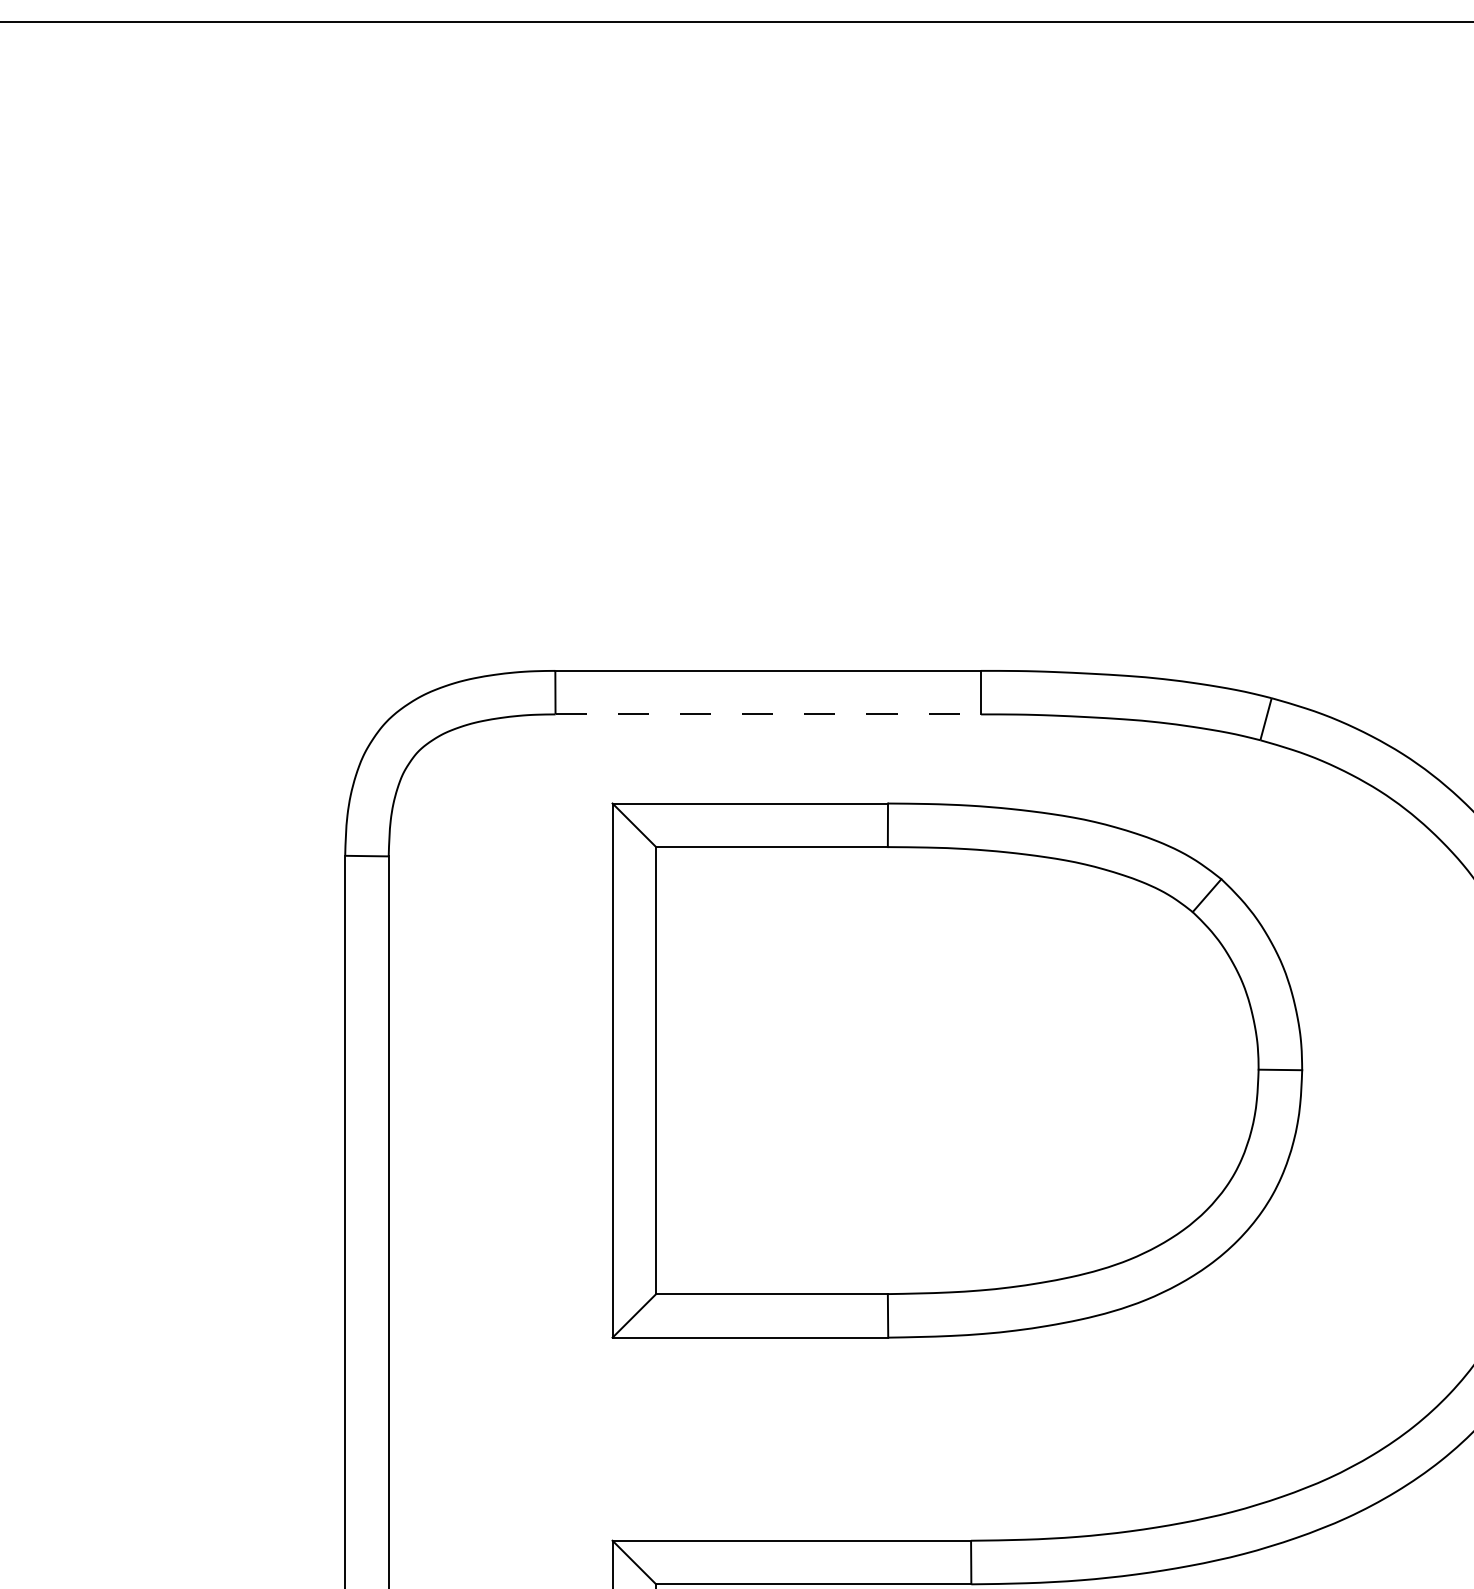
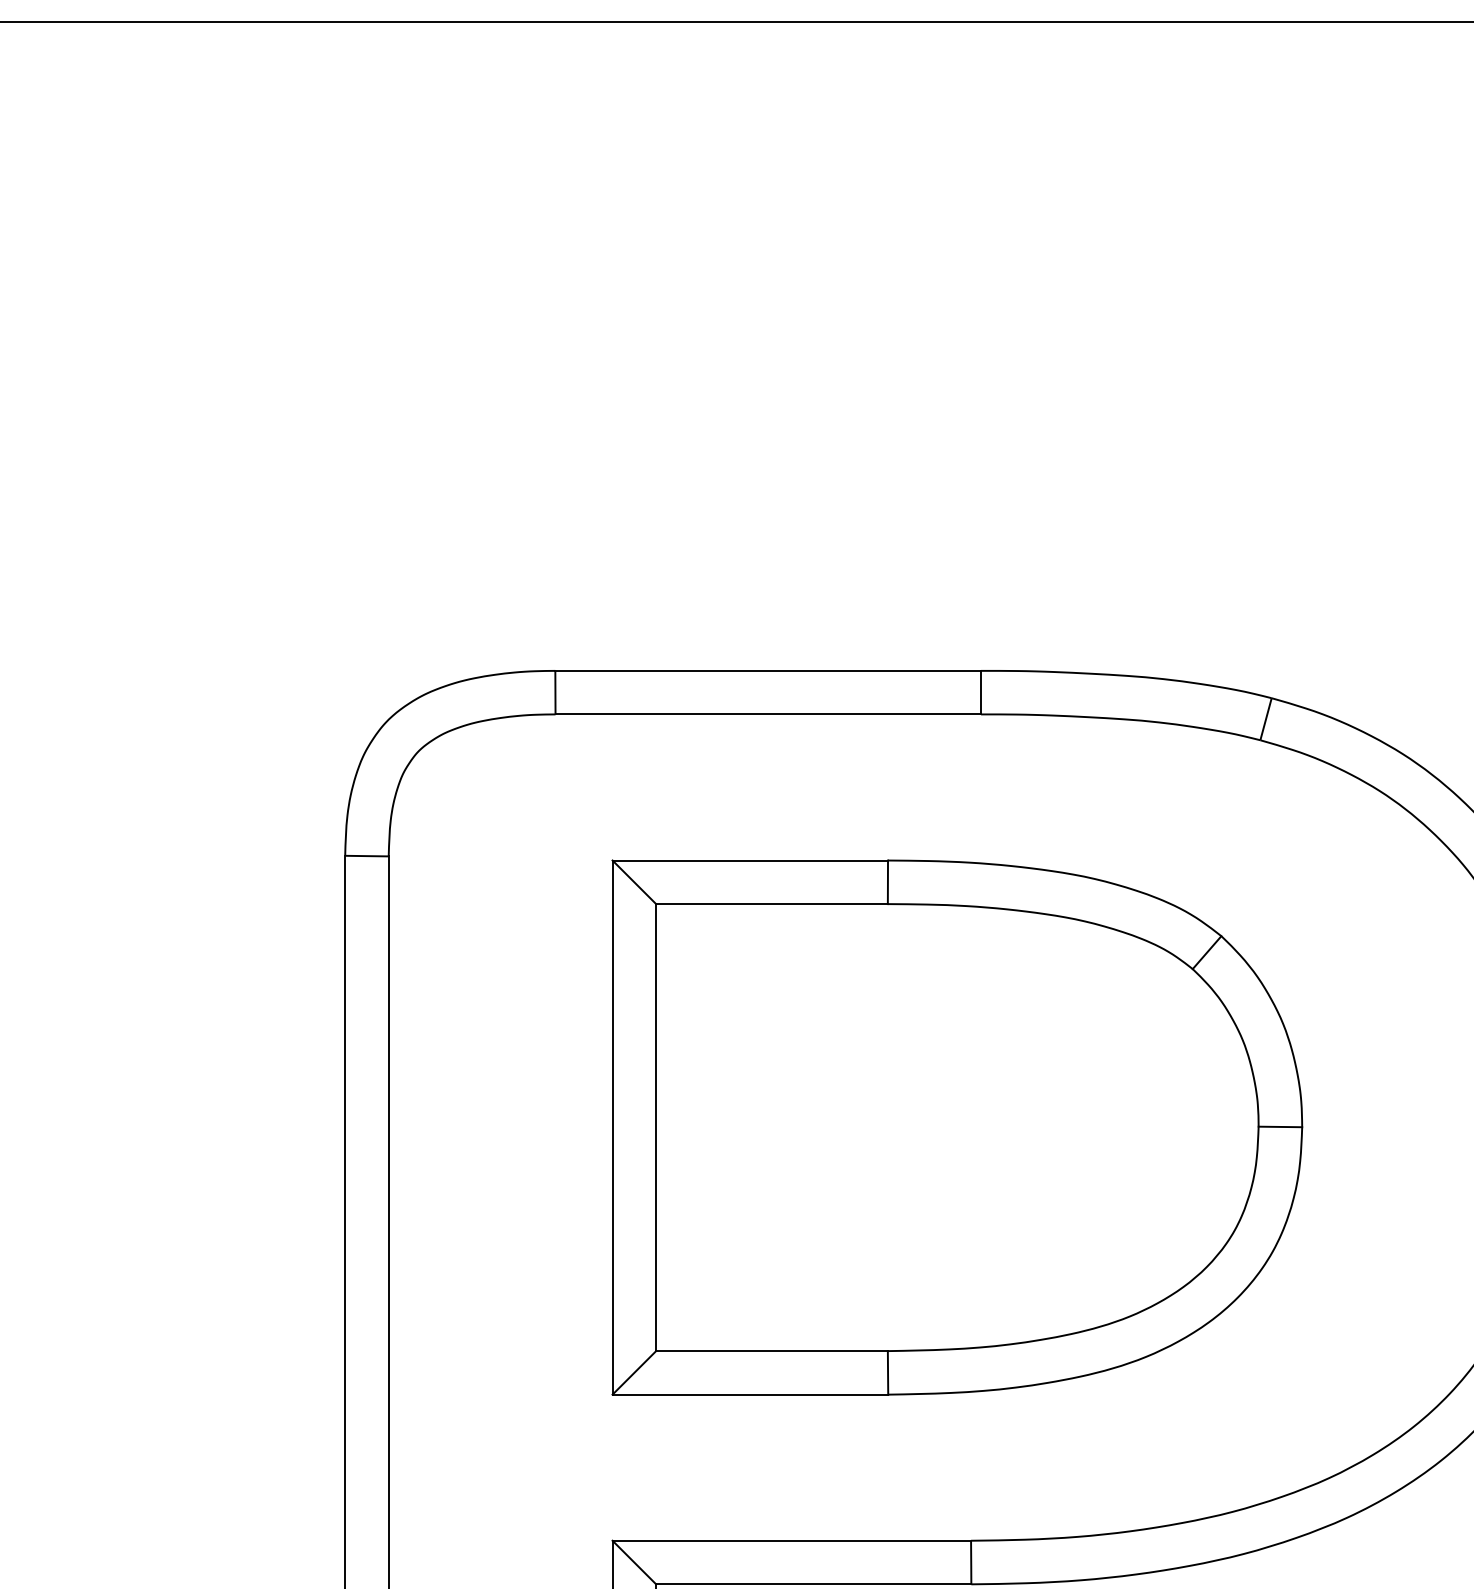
line at (768, 714): dashed -> solid
part at (957, 1070) position: (957, 1070) -> (957, 1127)
